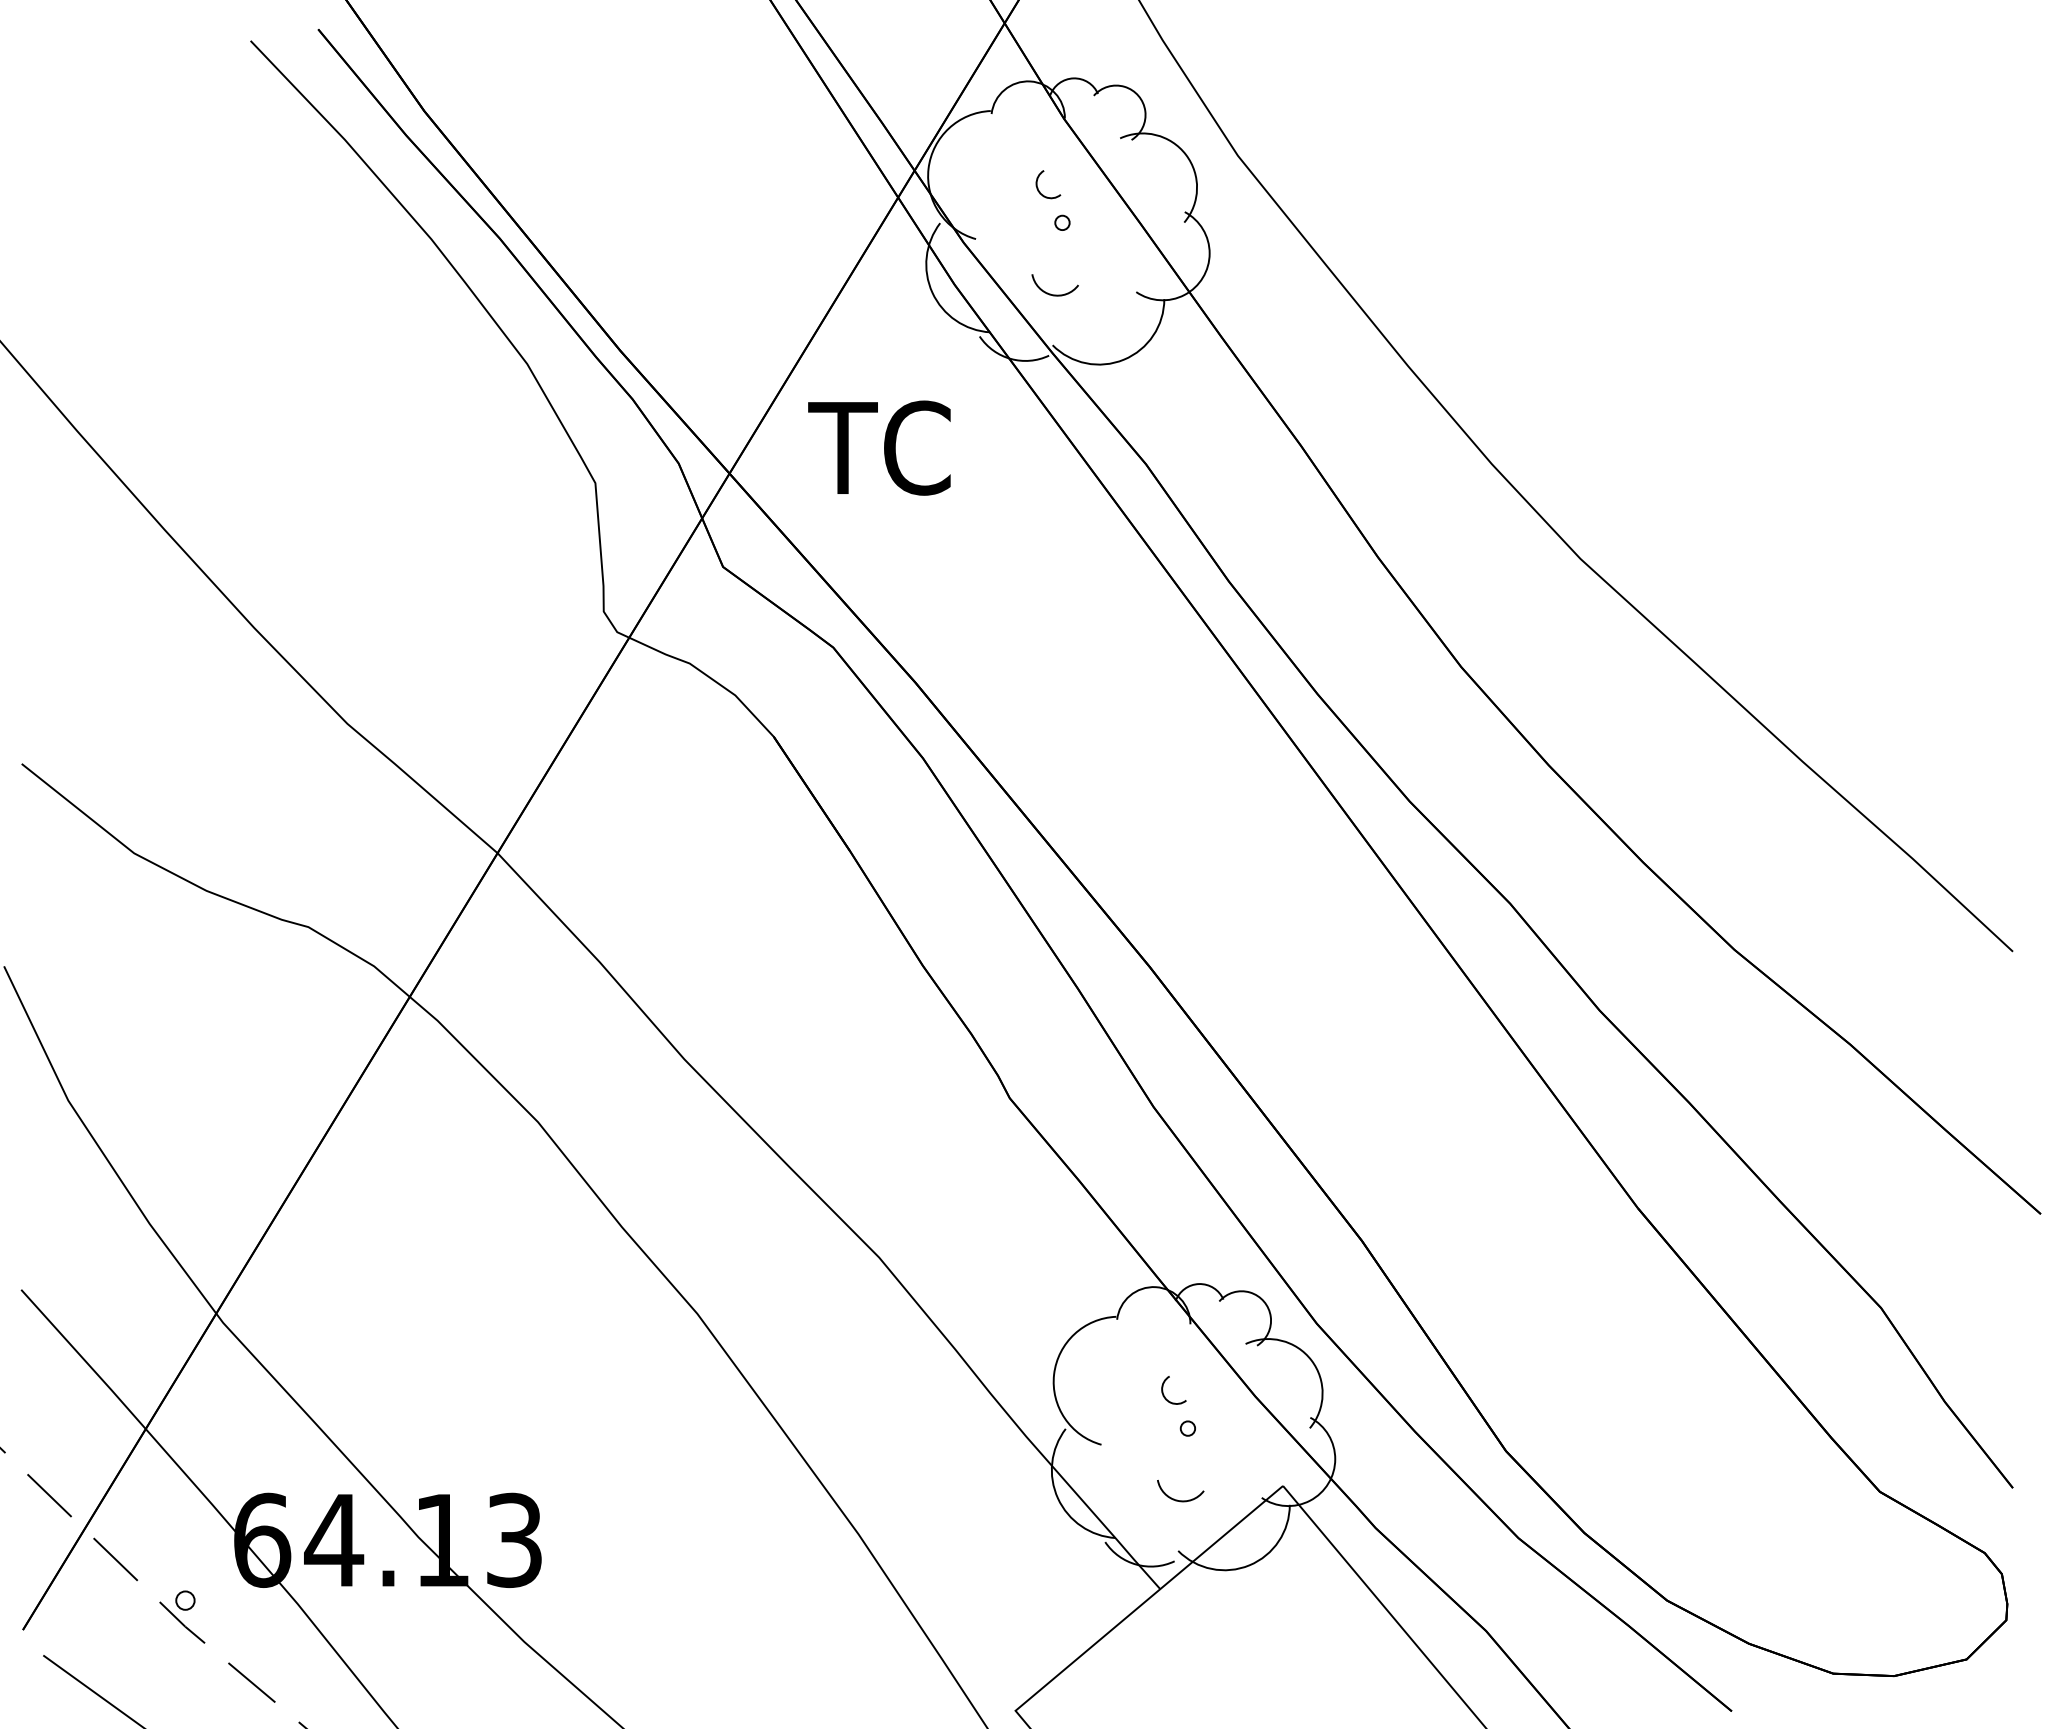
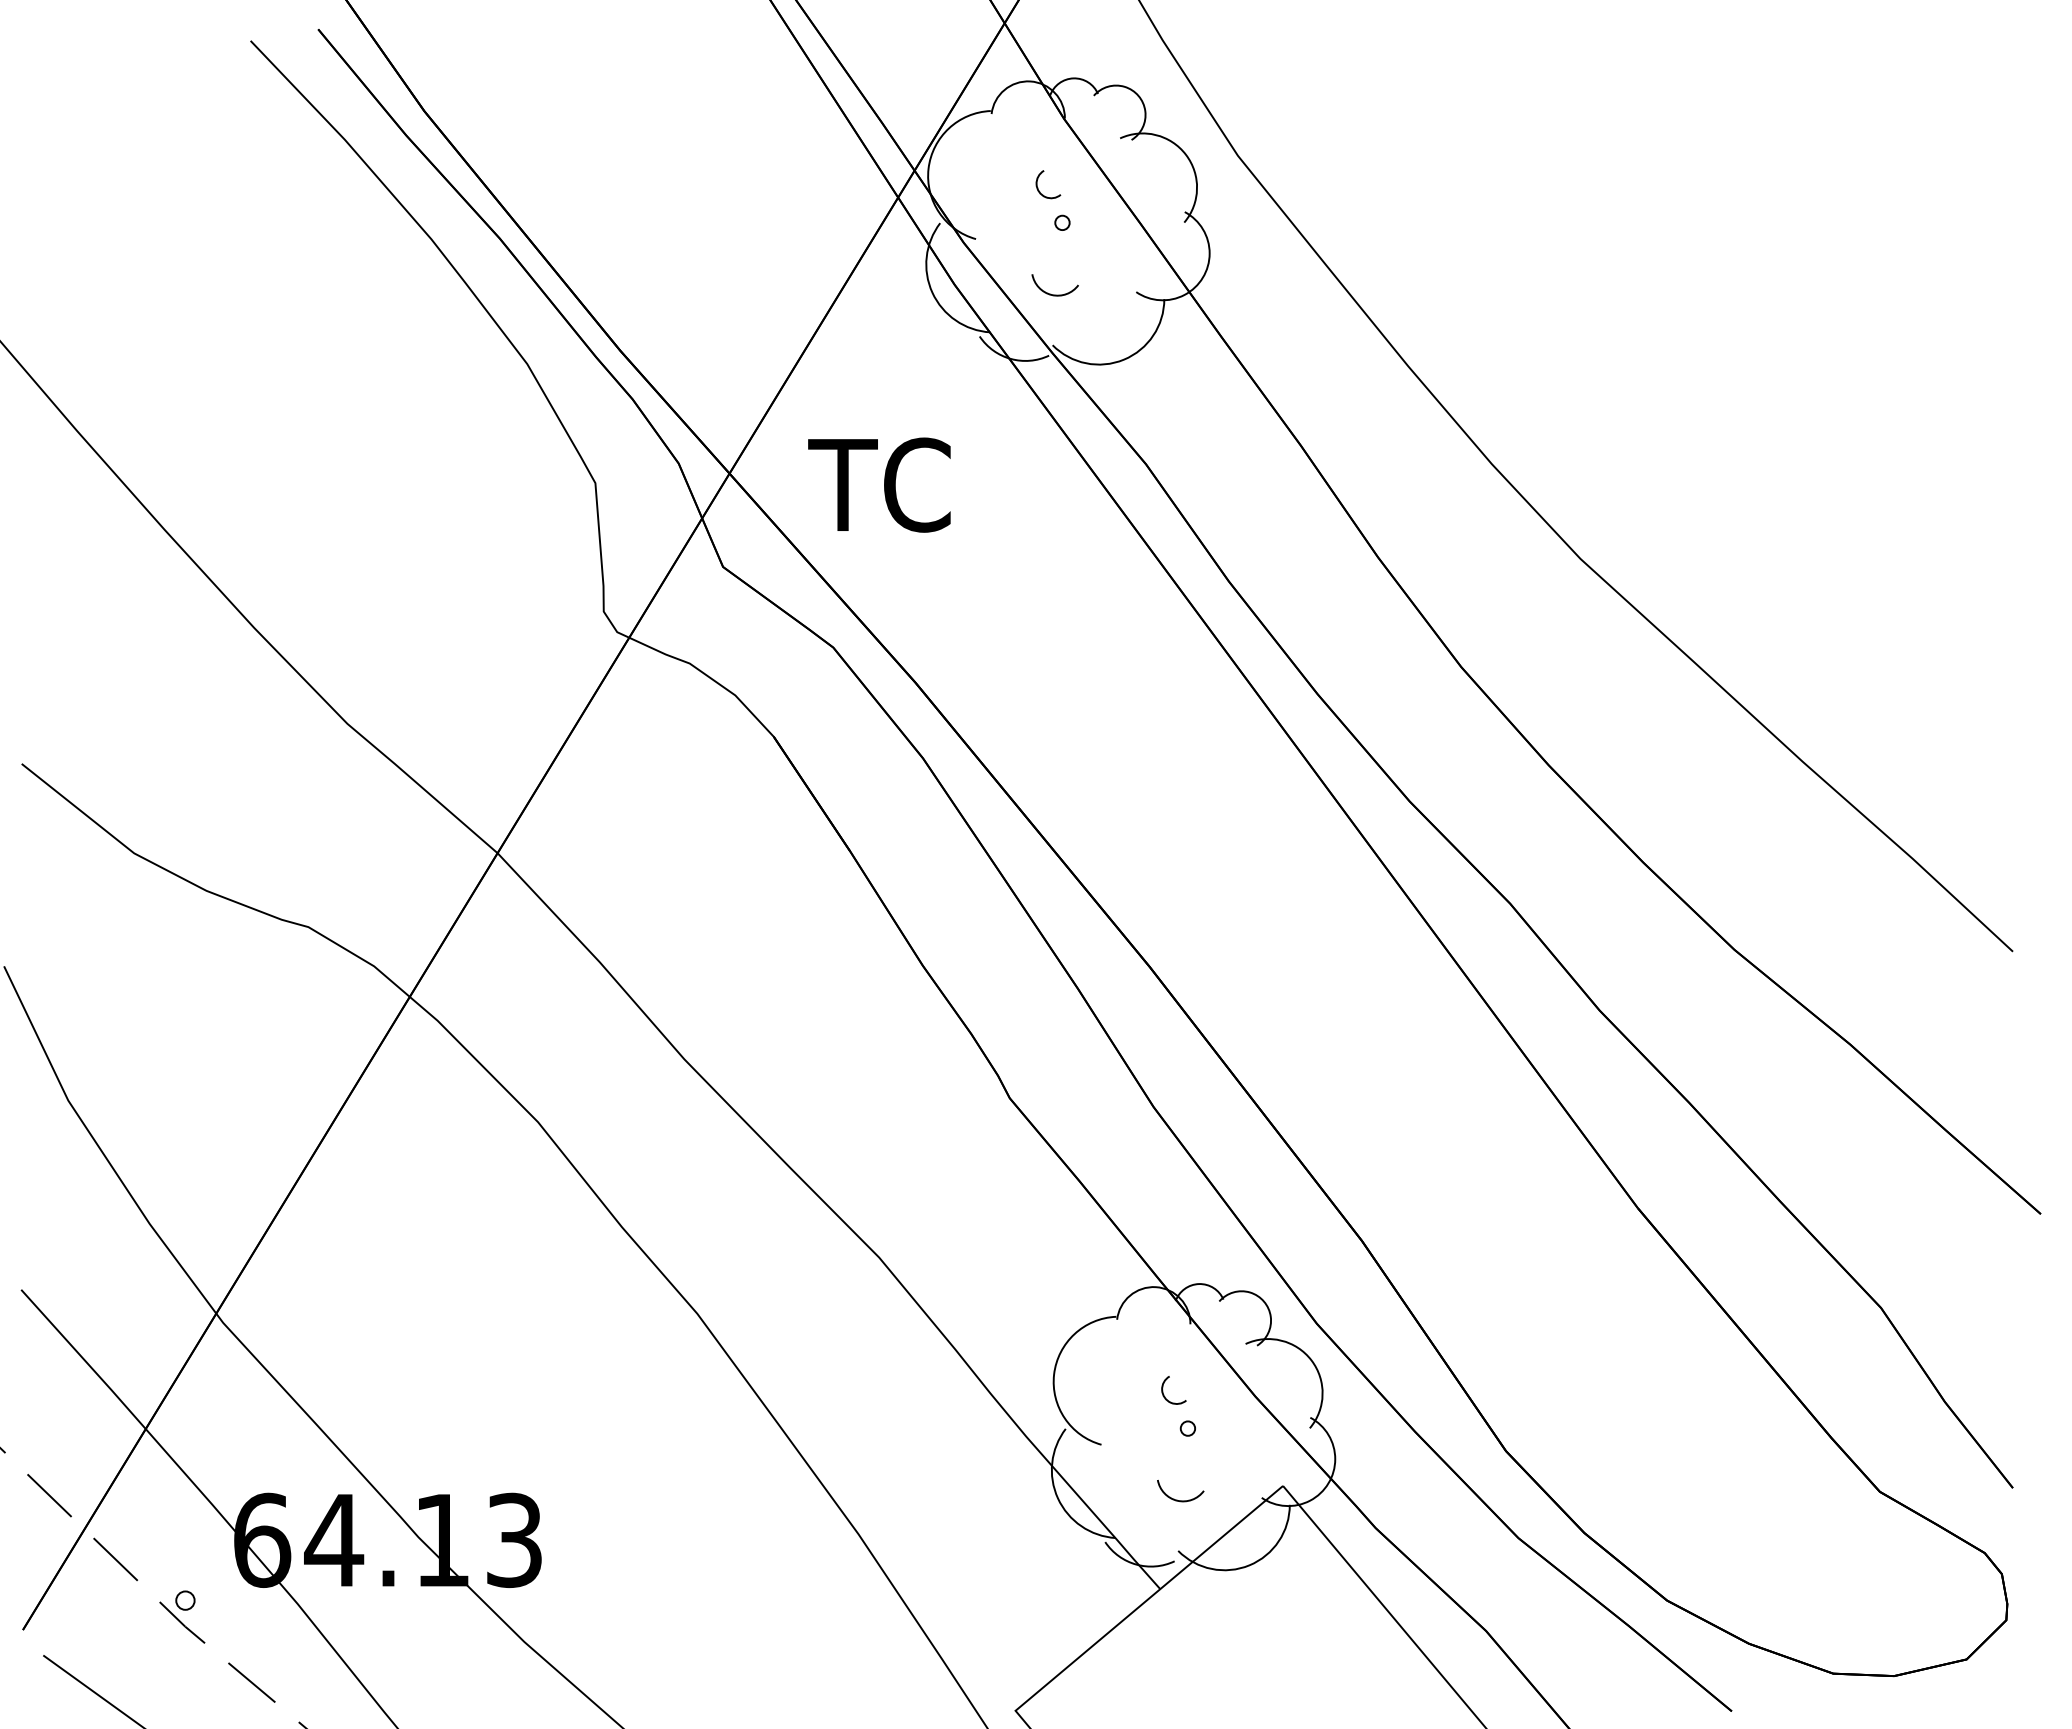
text at (879, 447) position: (879, 447) -> (879, 484)
